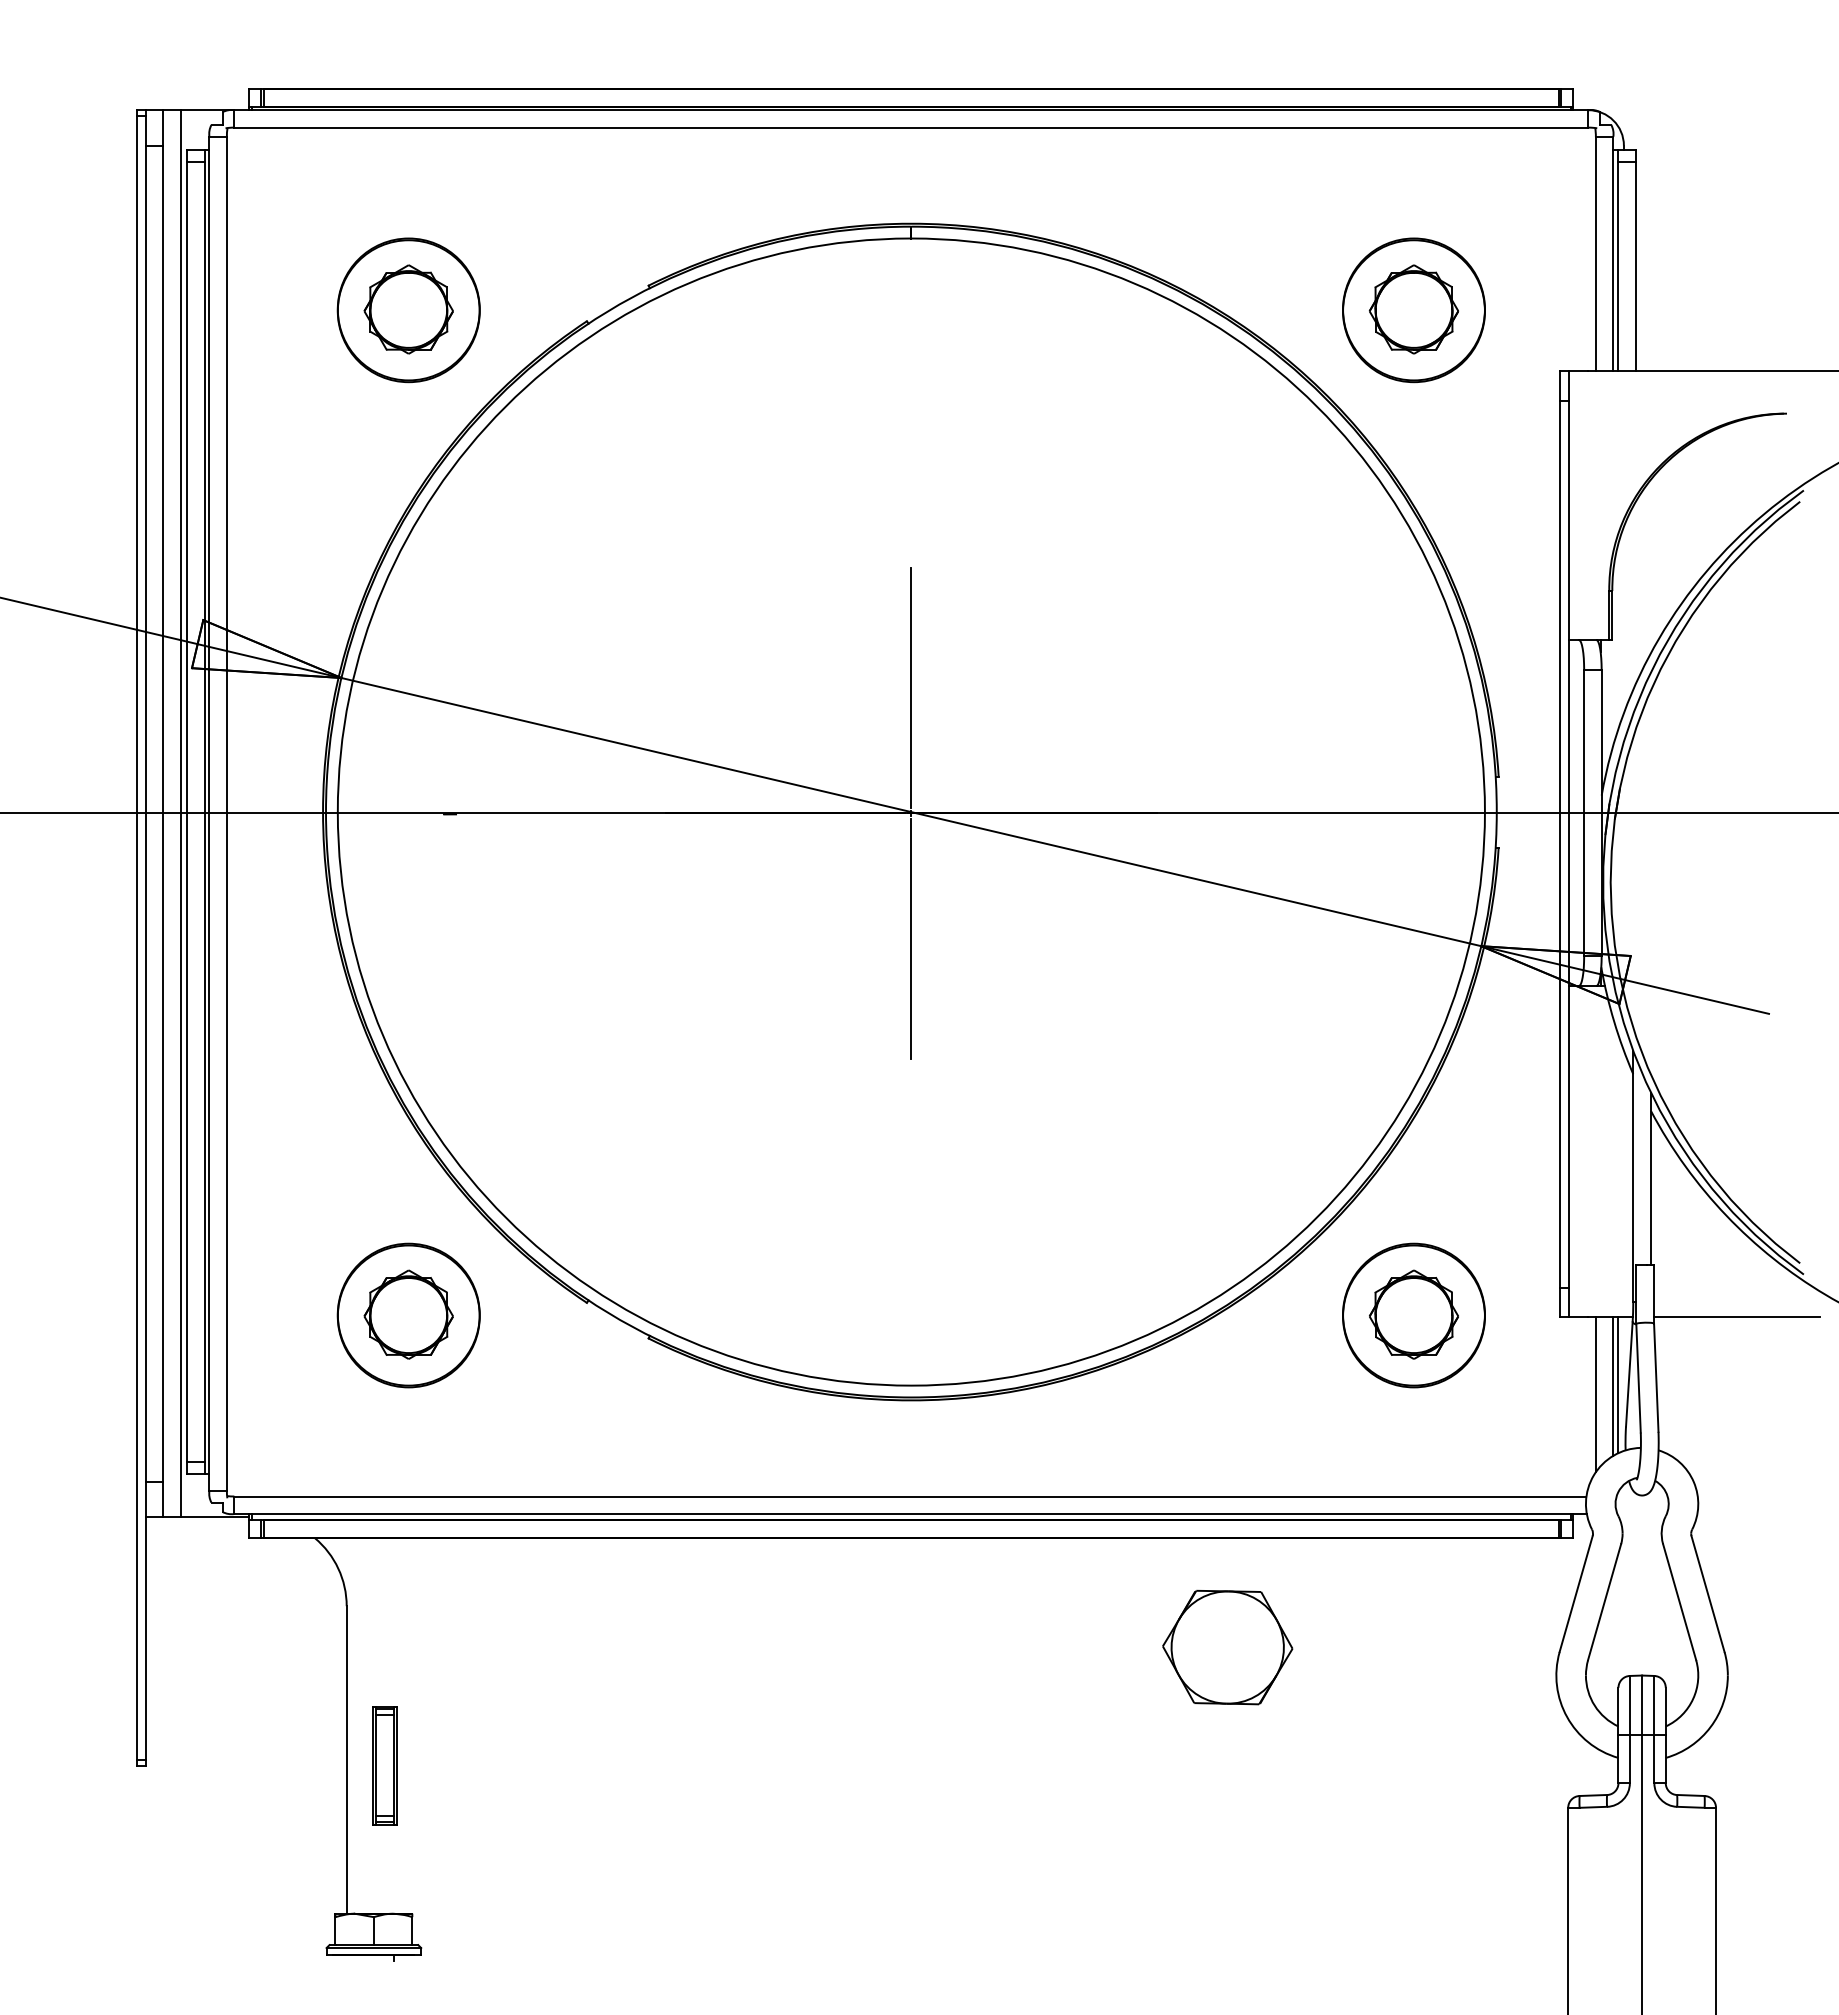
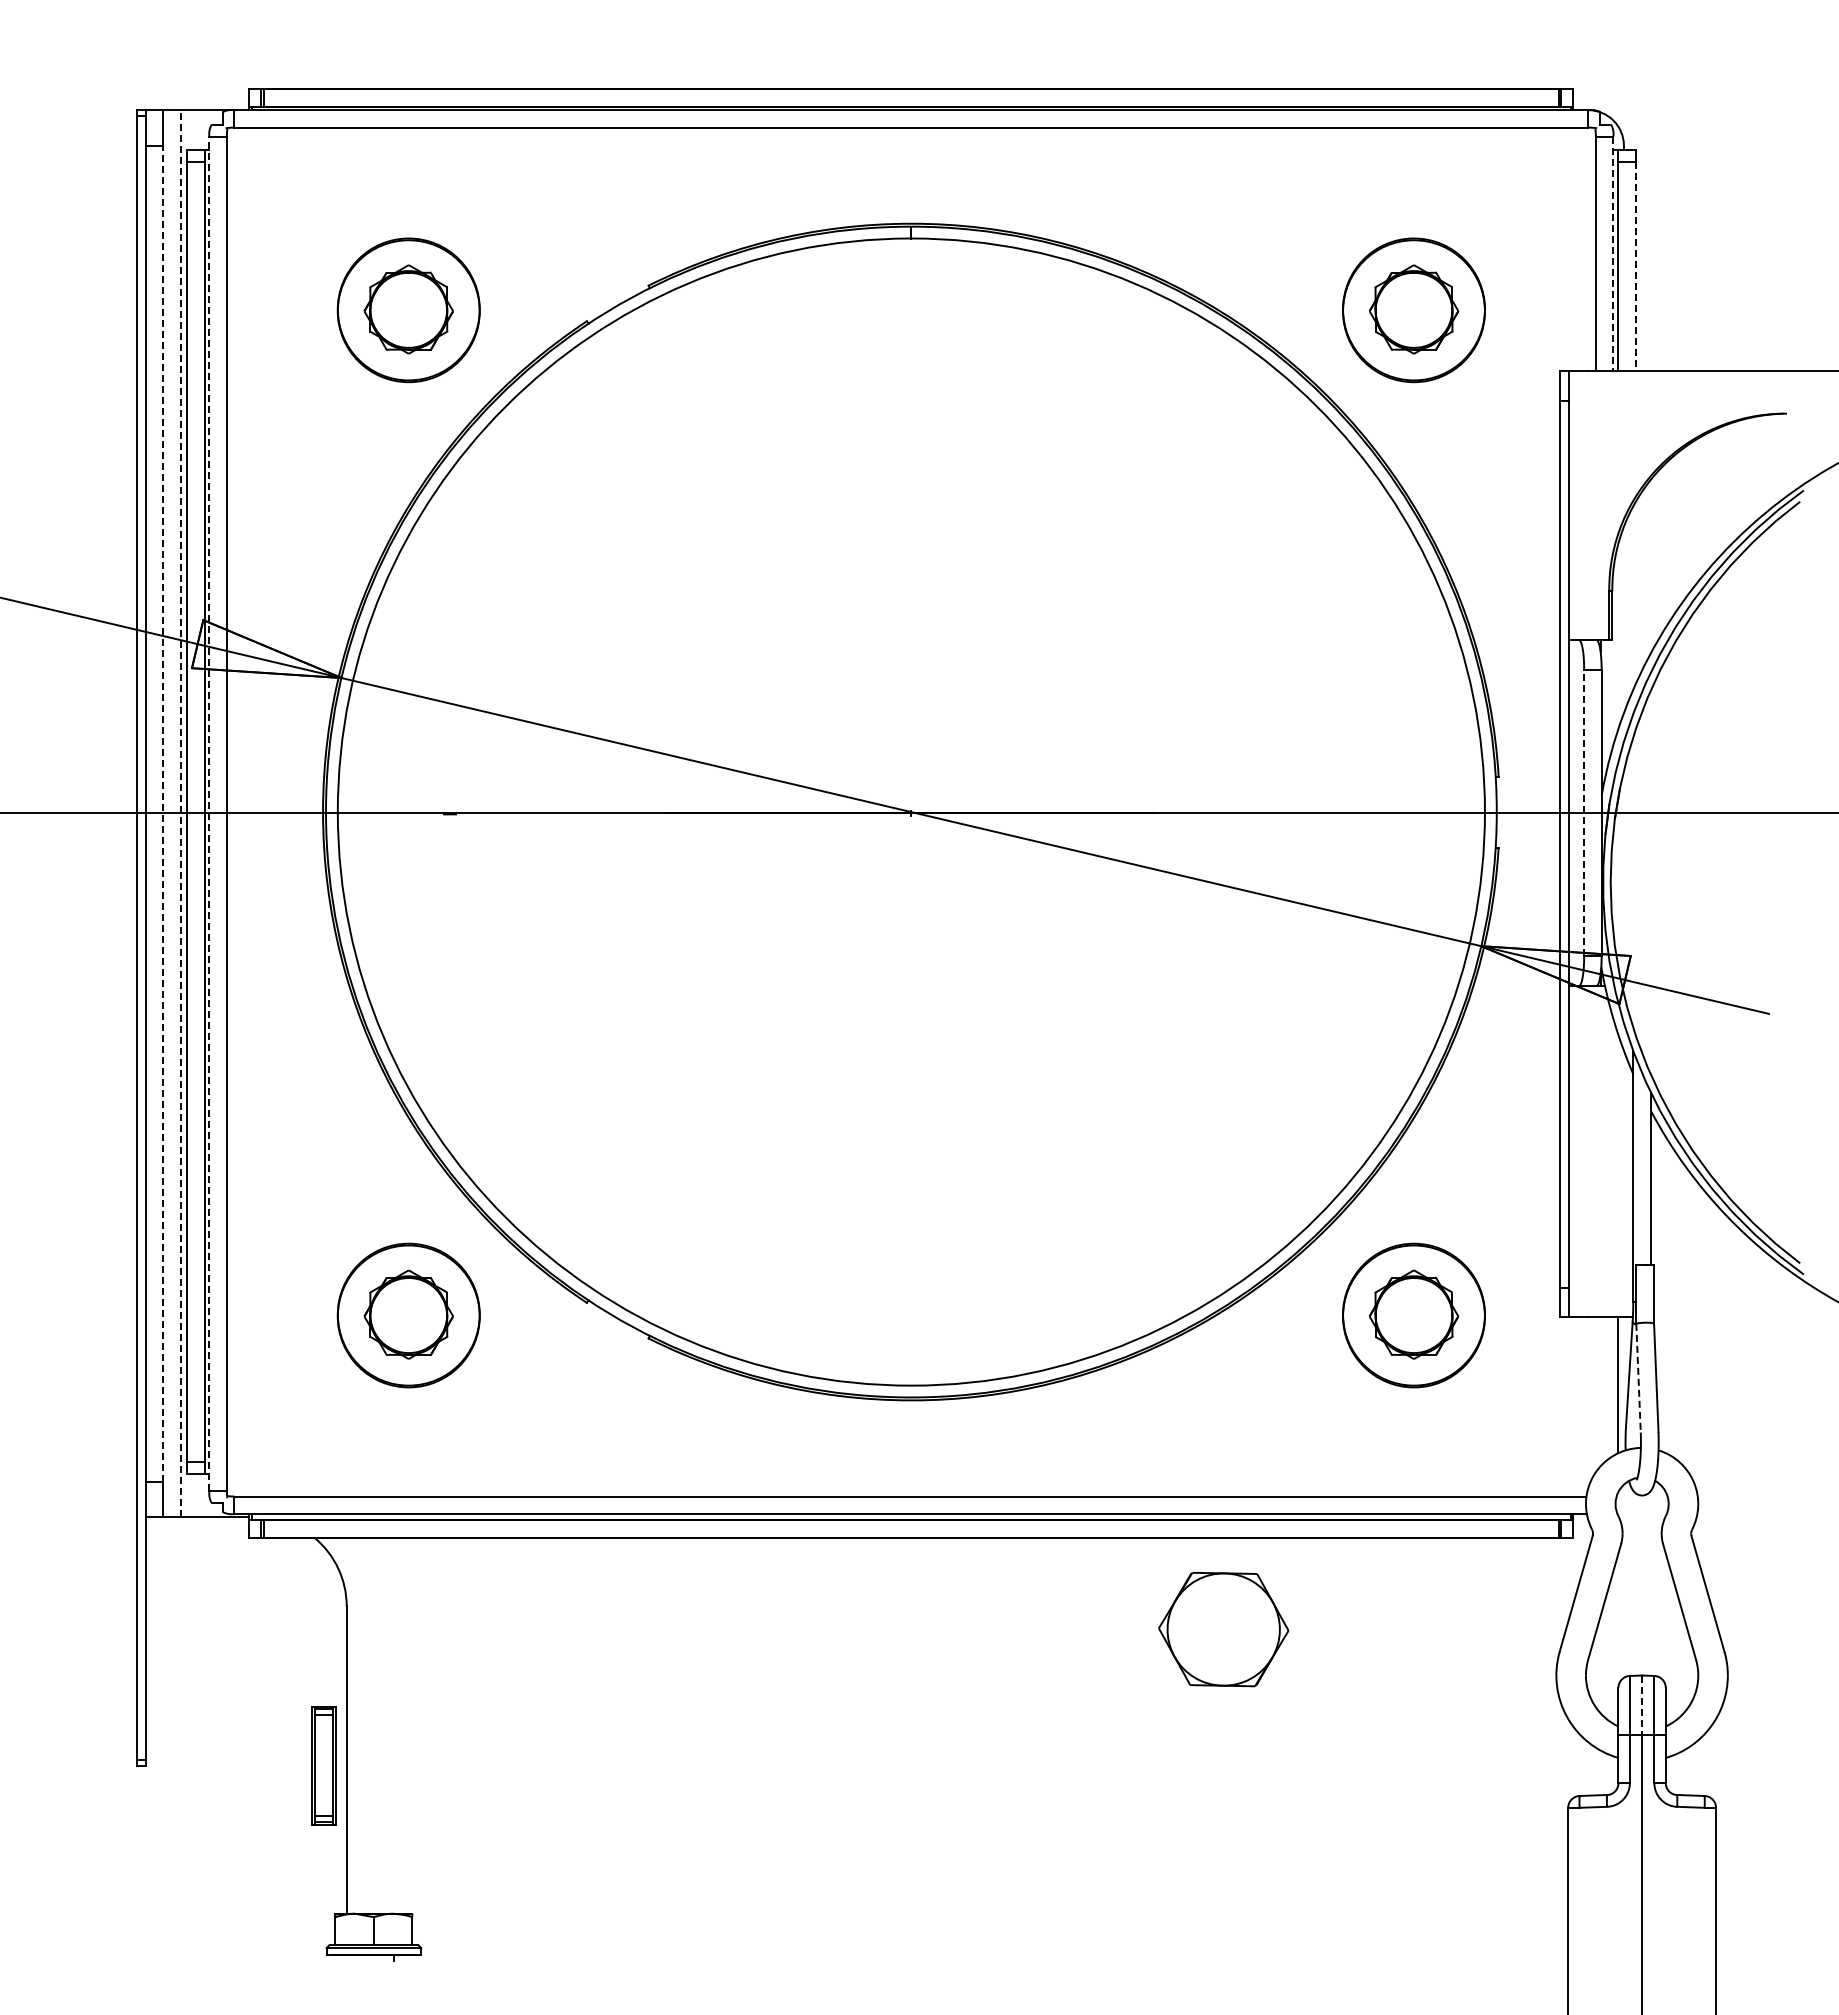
line at (1613, 254): solid -> dashed
line at (1635, 267): solid -> dashed
line at (911, 687): present -> none
line at (1584, 812): solid -> dashed
line at (163, 813): solid -> dashed
line at (181, 813): solid -> dashed
line at (209, 813): solid -> dashed
line at (911, 938): present -> none
line at (1736, 1317): present -> none
line at (1638, 1378): solid -> dashed
line at (1613, 1386): present -> none
line at (1595, 1394): present -> none
part at (1227, 1647) position: (1227, 1647) -> (1223, 1629)
line at (1642, 1705): solid -> dashed
part at (384, 1765) position: (384, 1765) -> (323, 1765)
